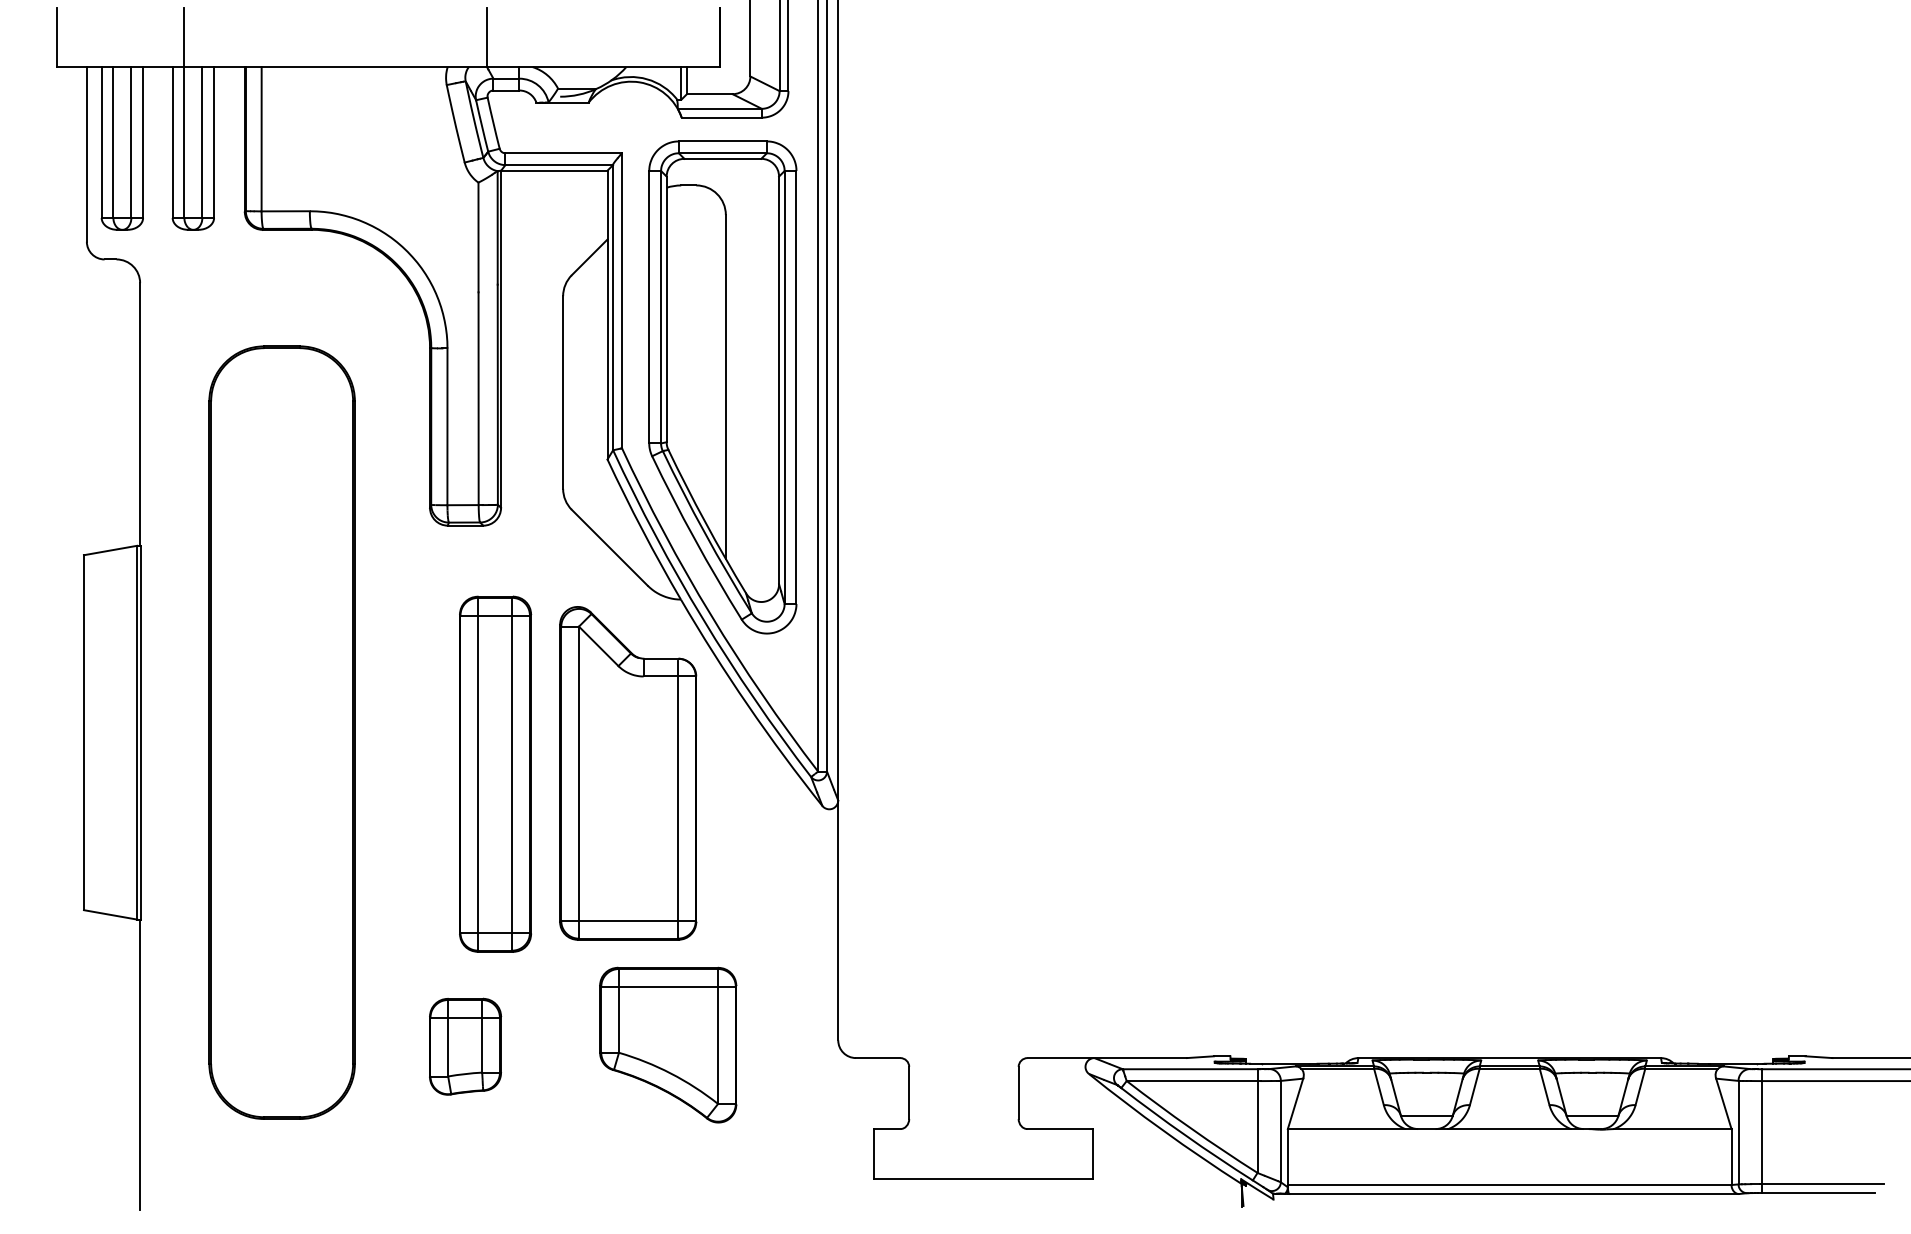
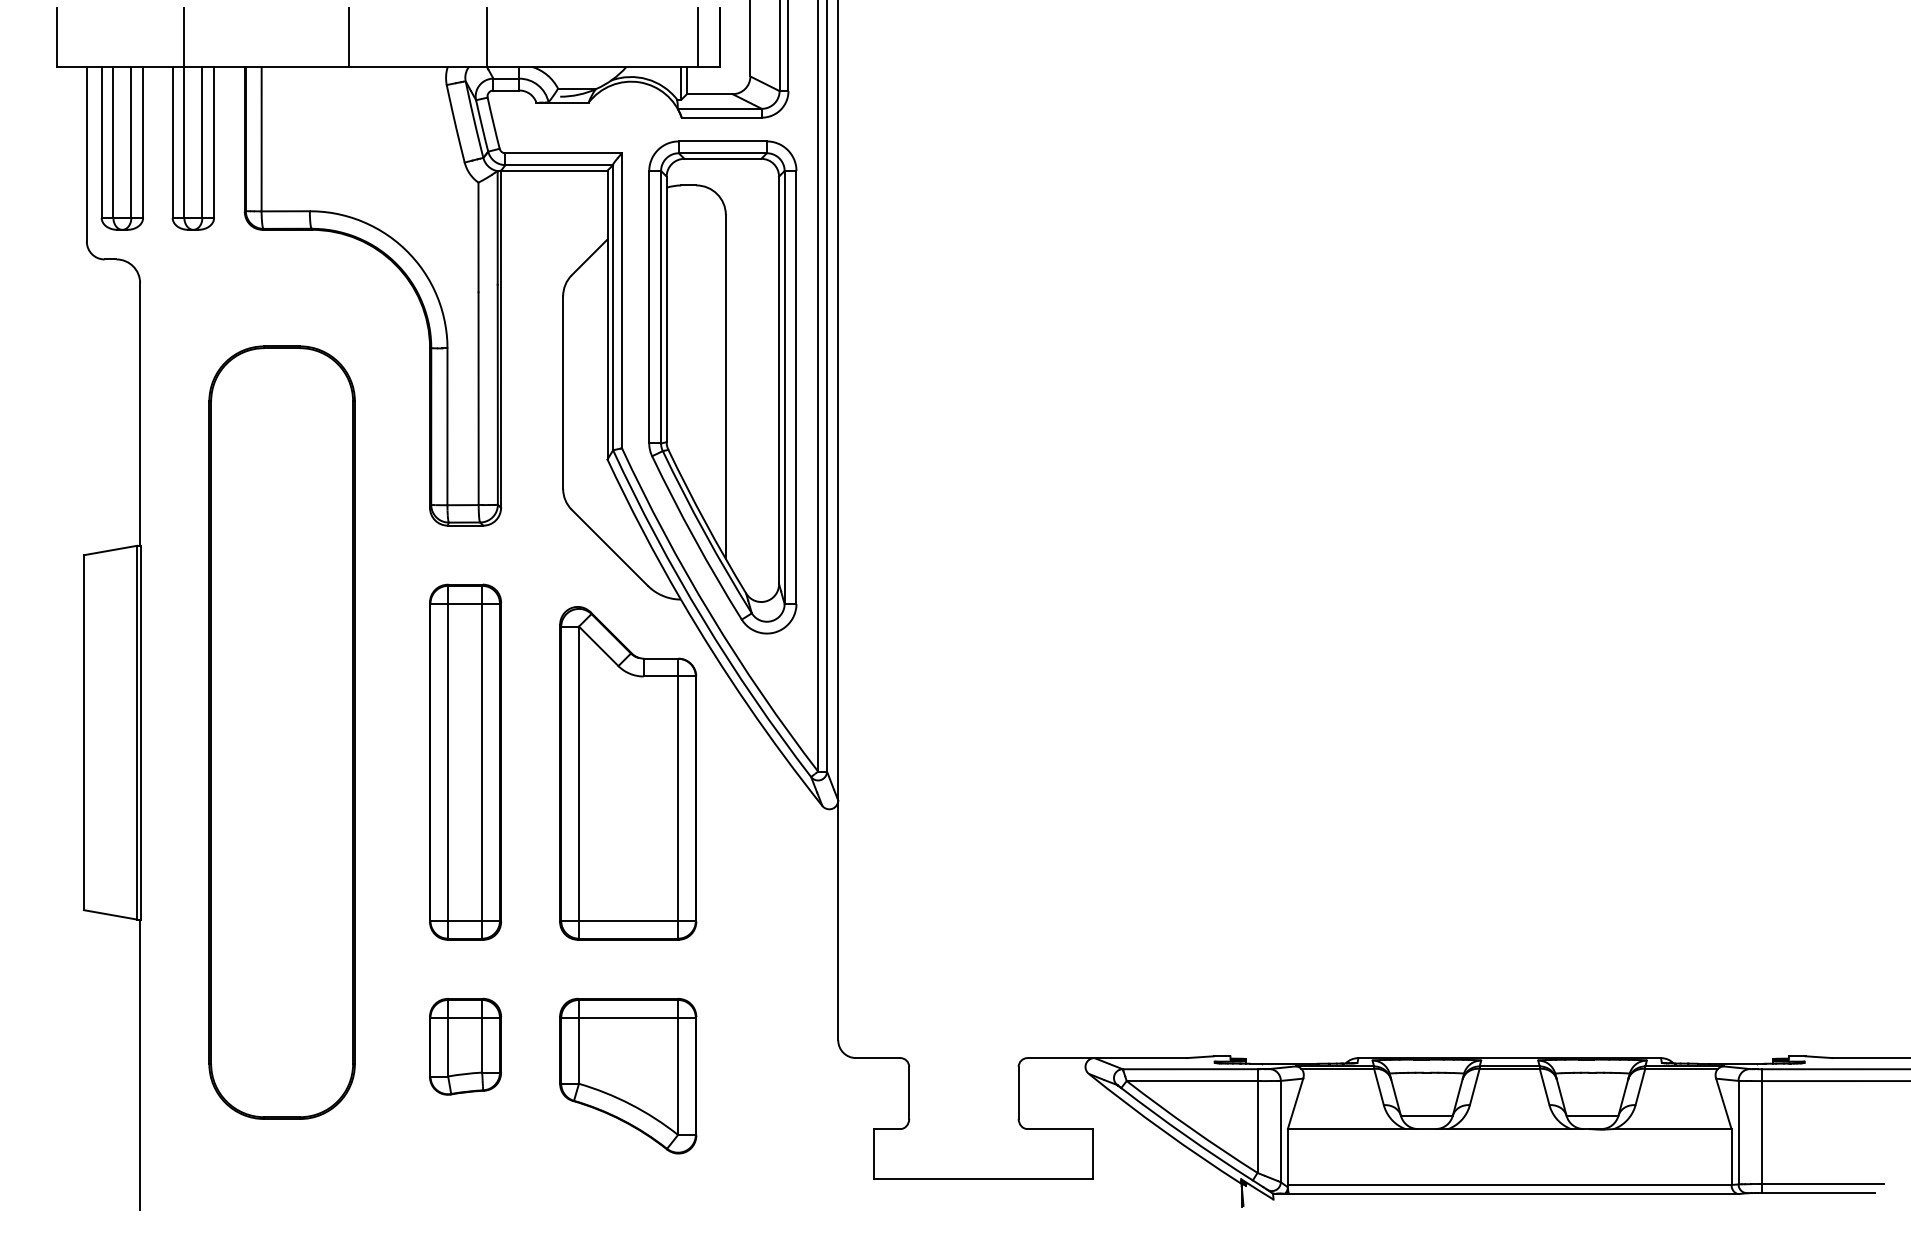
line at (348, 37): none -> present
line at (697, 37): none -> present
part at (495, 773) position: (495, 773) -> (465, 761)
part at (668, 1044) position: (668, 1044) -> (628, 1075)
